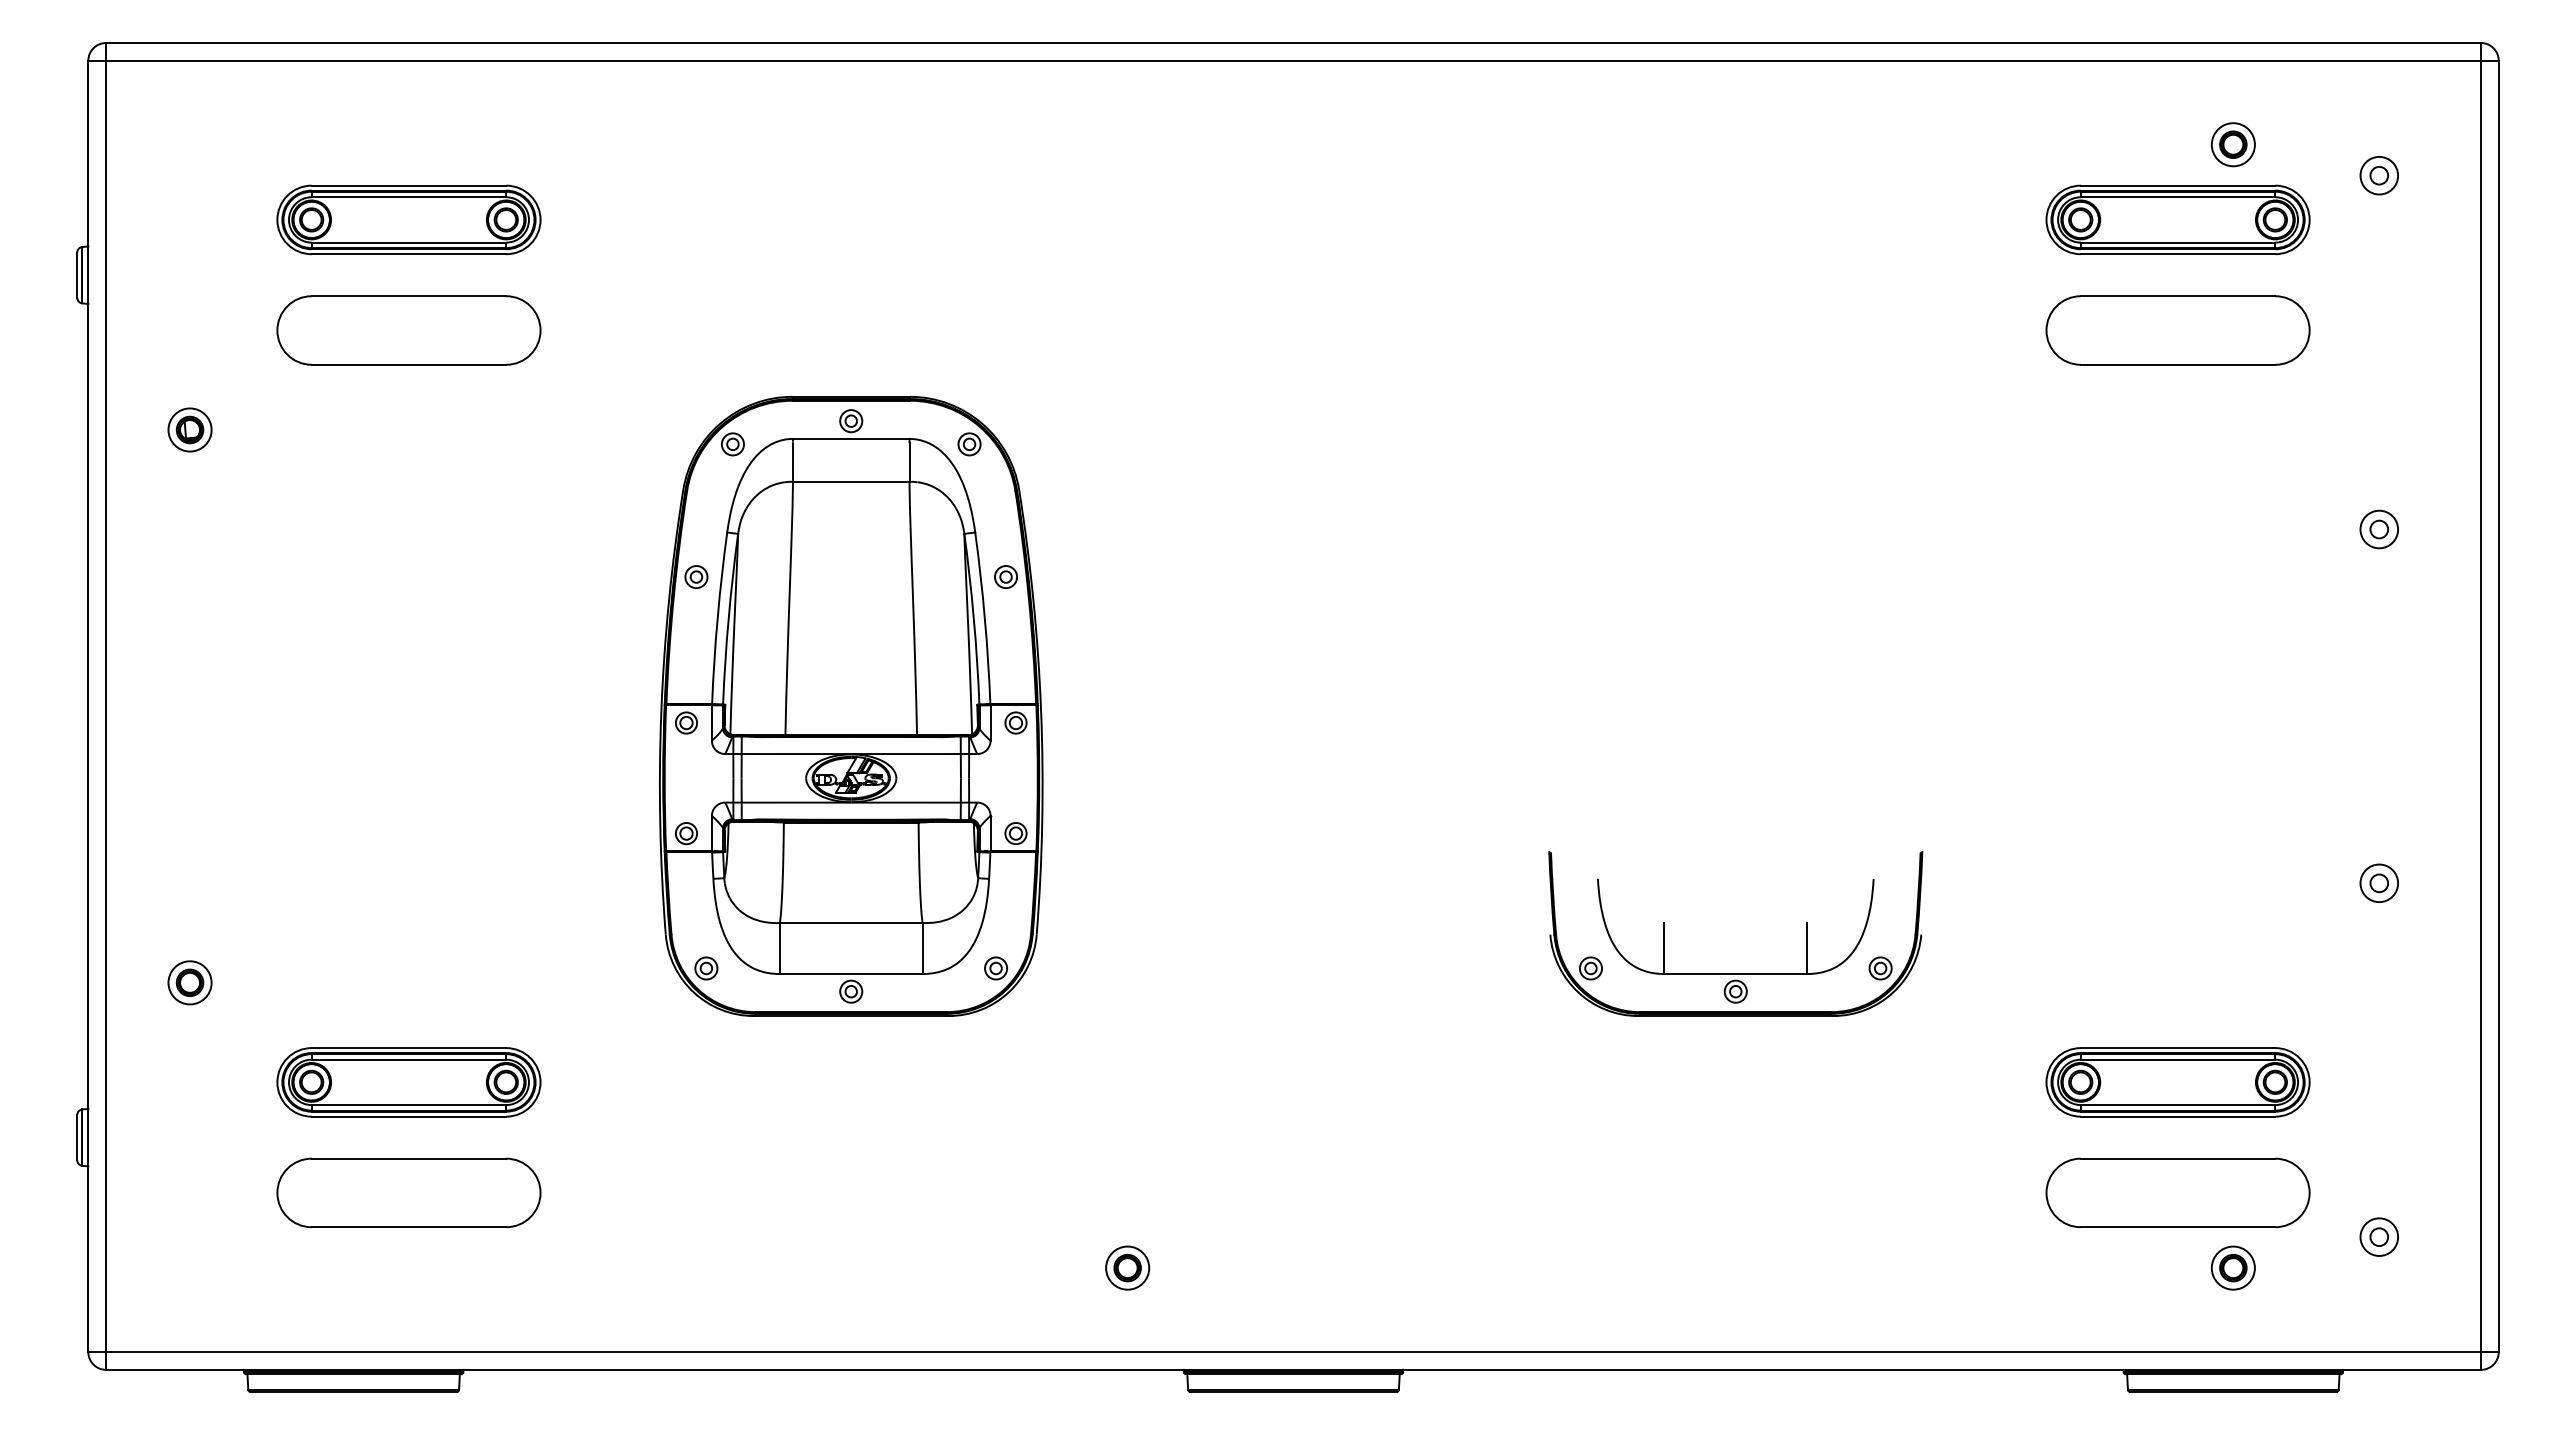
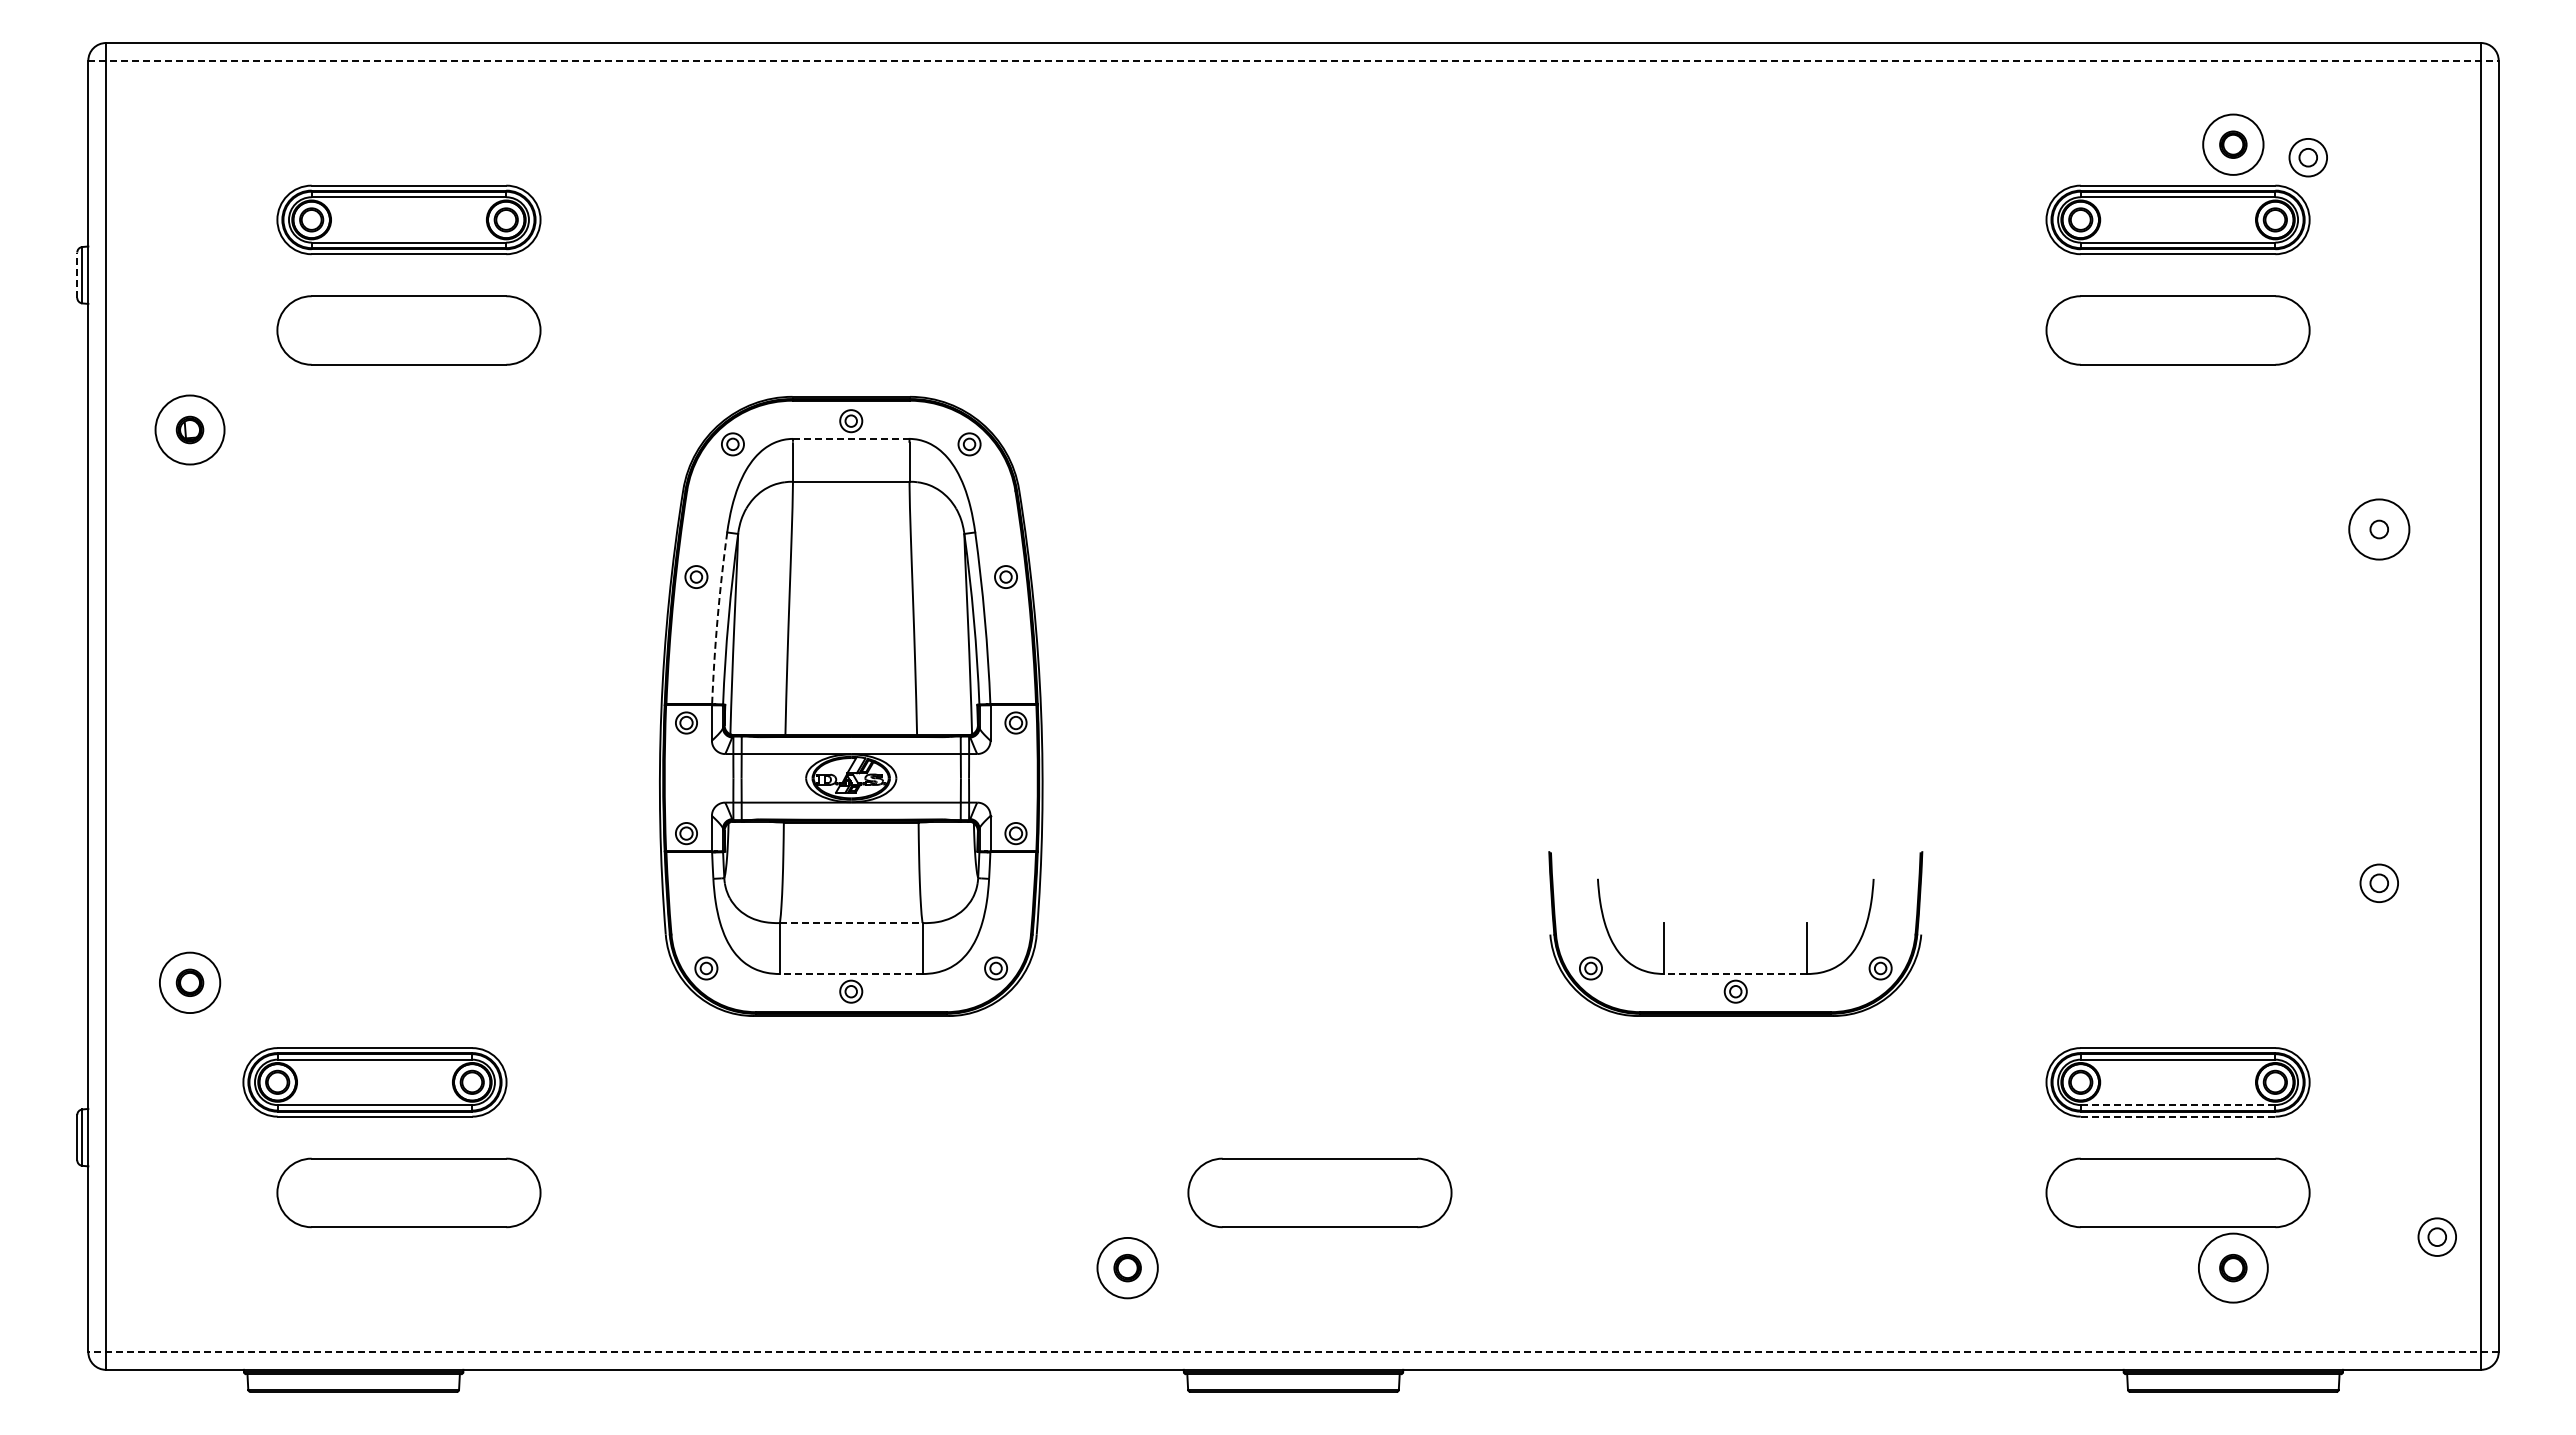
line at (1294, 60): solid -> dashed
circle at (2232, 144) diameter: 43 px -> 60 px
part at (2378, 175) position: (2378, 175) -> (2307, 157)
line at (77, 275): solid -> dashed
circle at (189, 429) diameter: 43 px -> 69 px
line at (851, 438): solid -> dashed
circle at (2379, 529) diameter: 38 px -> 60 px
arc at (717, 618): solid -> dashed
line at (851, 923): solid -> dashed
line at (850, 974): solid -> dashed
line at (1735, 974): solid -> dashed
circle at (189, 982) diameter: 43 px -> 60 px
part at (408, 1082) position: (408, 1082) -> (374, 1082)
line at (2178, 1105): solid -> dashed
line at (2178, 1116): solid -> dashed
part at (1319, 1192): none -> present
part at (2378, 1236) position: (2378, 1236) -> (2436, 1236)
circle at (1127, 1267) diameter: 43 px -> 60 px
circle at (2232, 1267) diameter: 43 px -> 69 px
line at (1293, 1352): solid -> dashed
